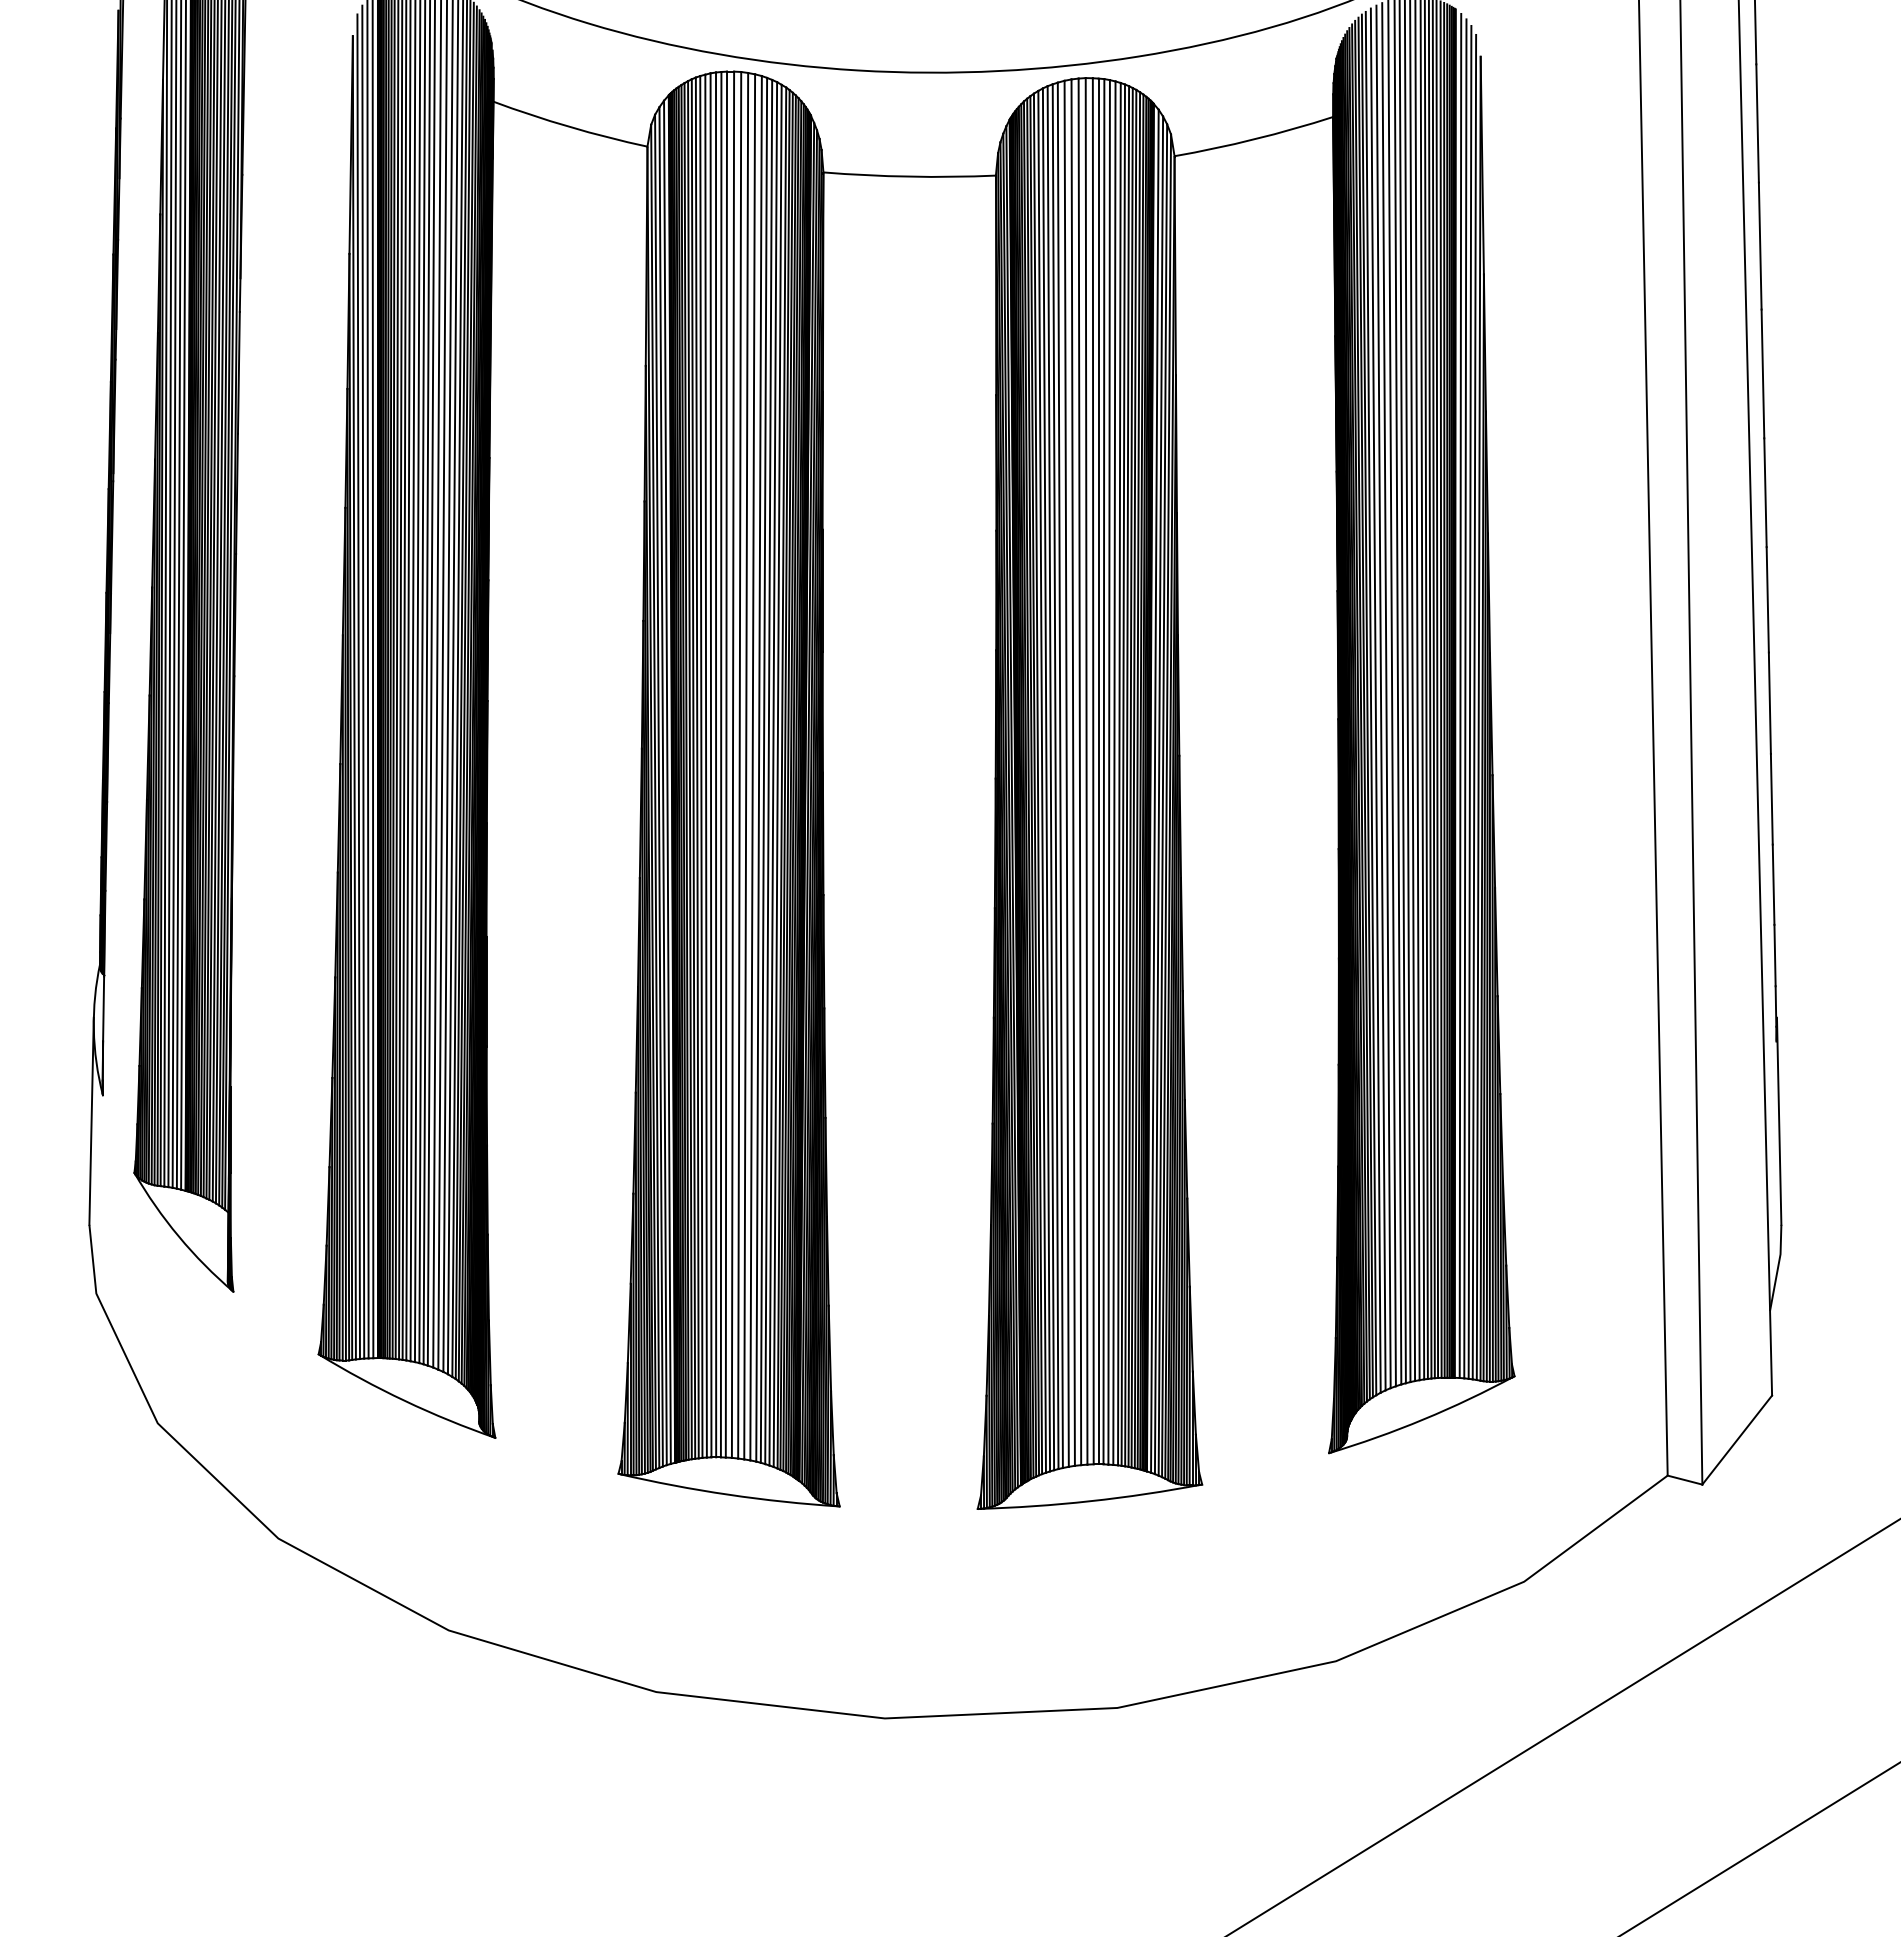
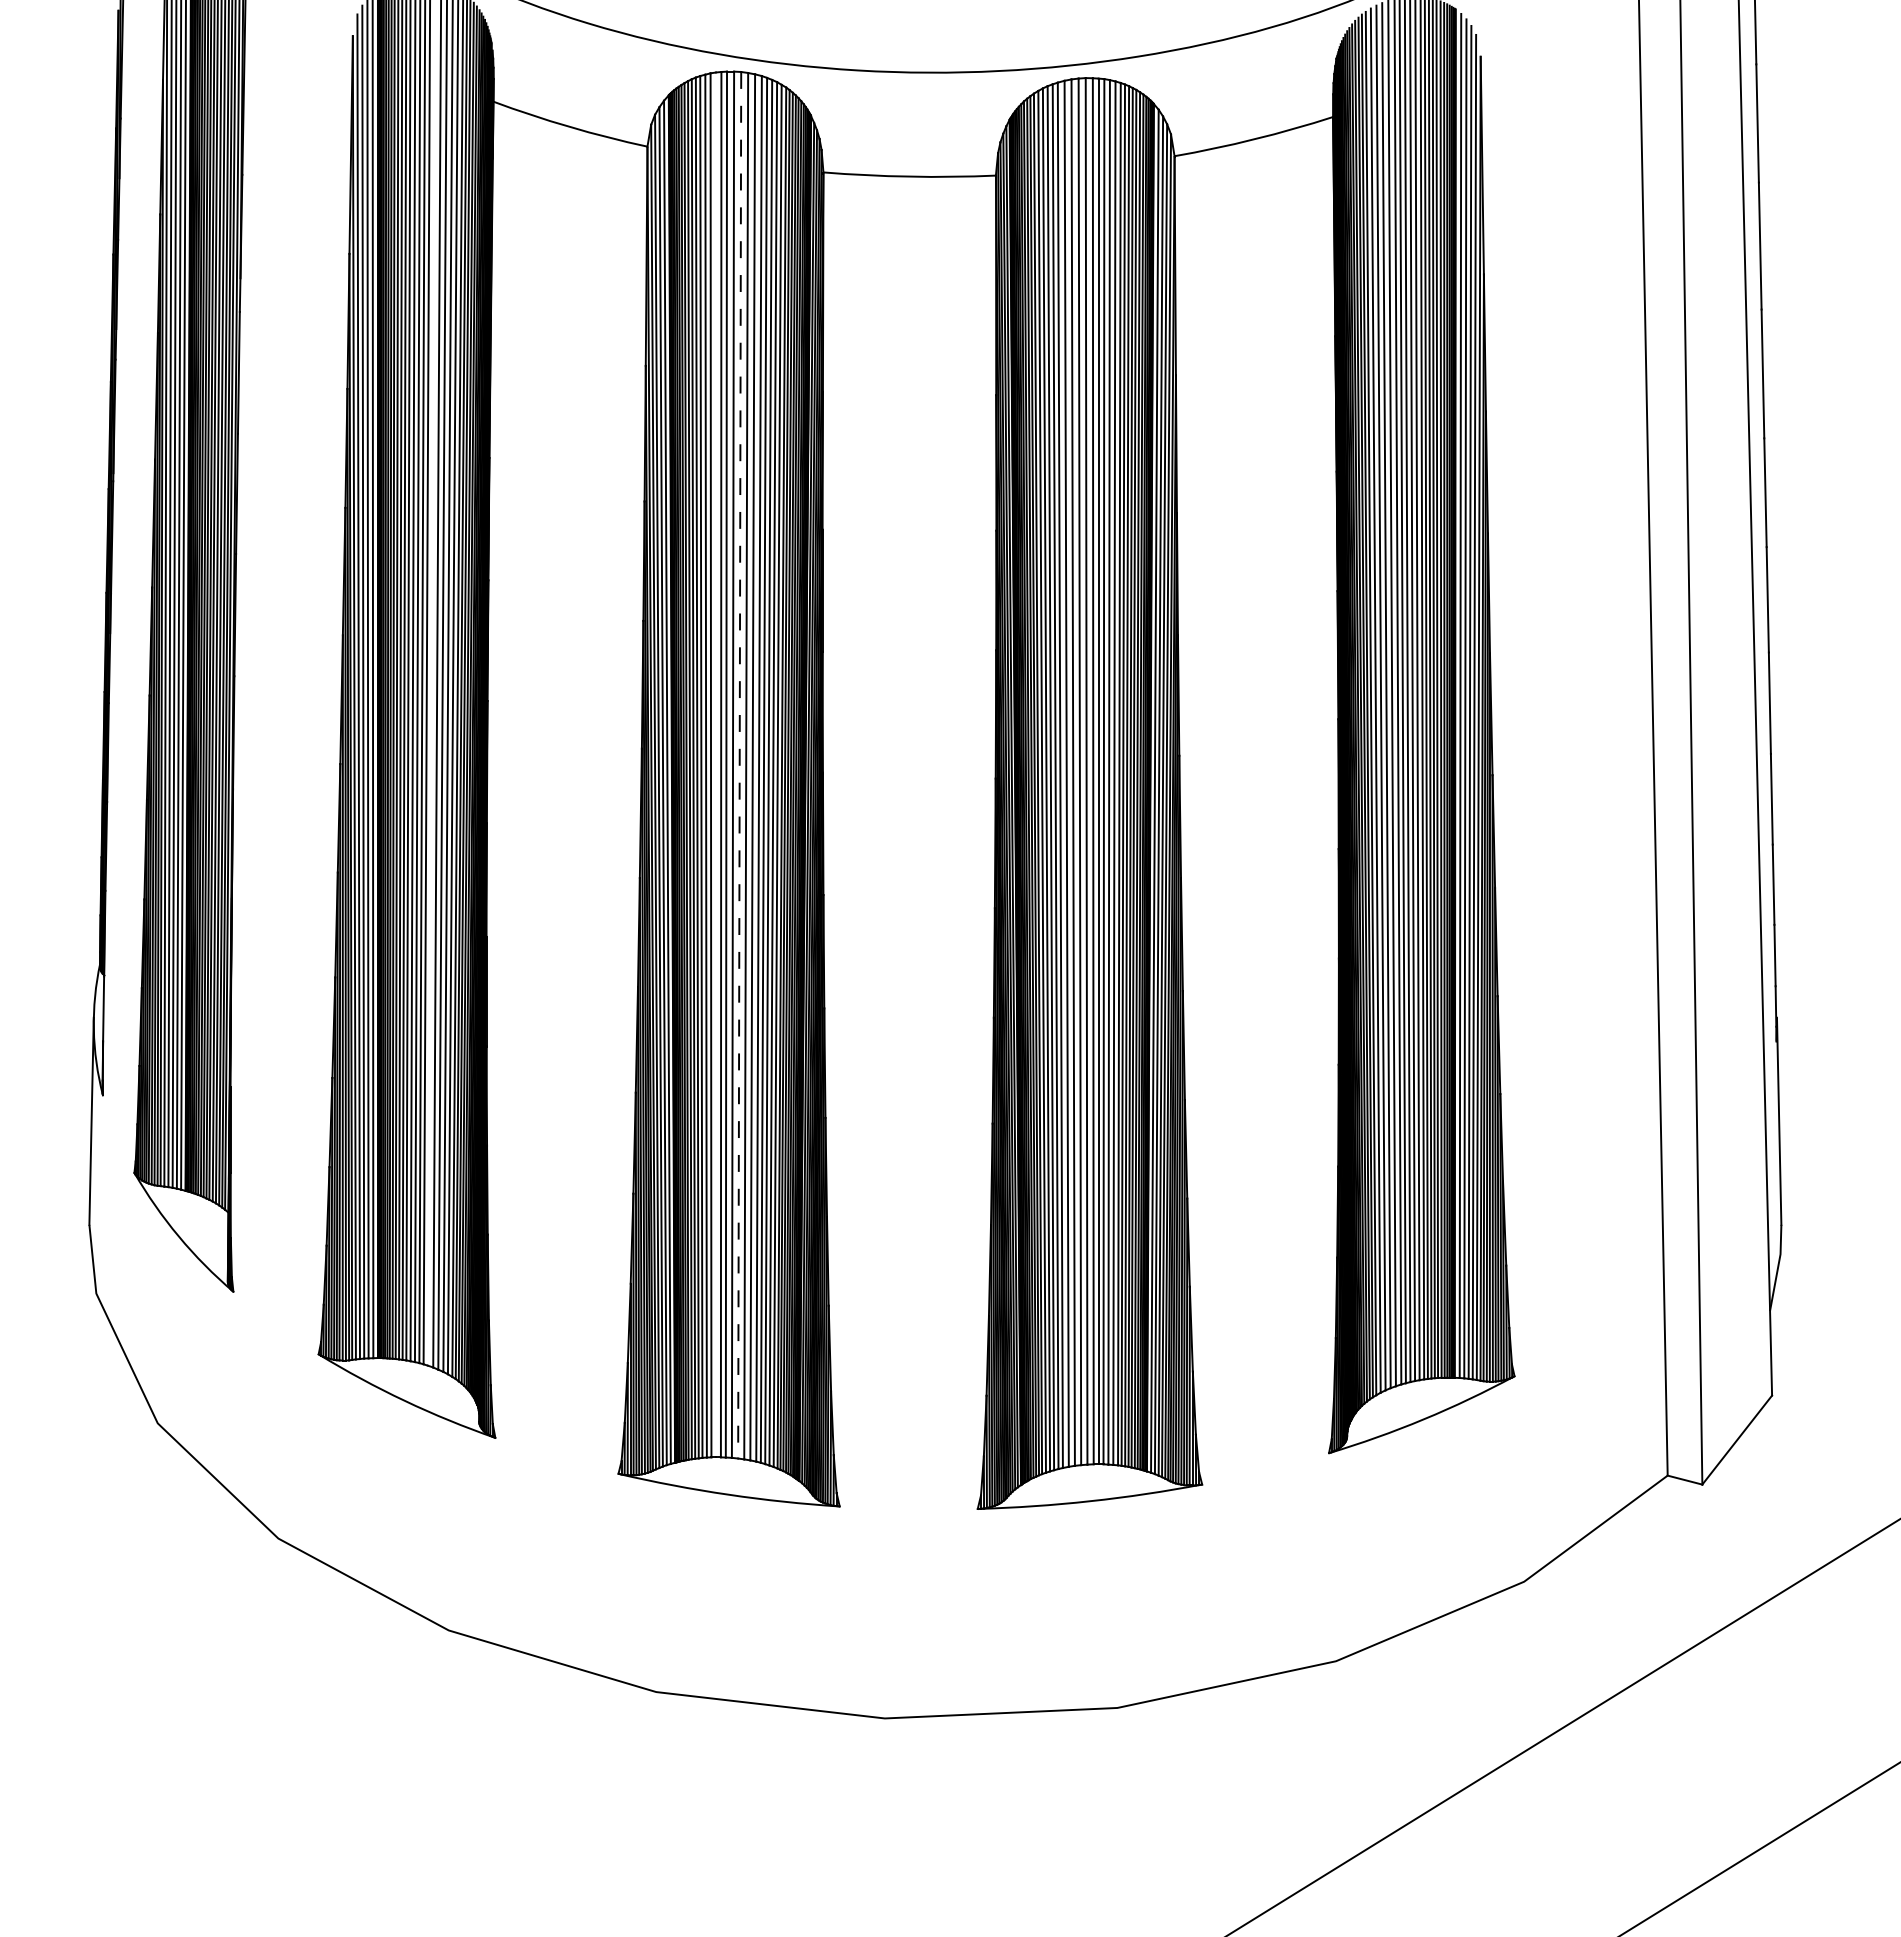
line at (430, 683): present -> none
line at (716, 764): present -> none
line at (739, 765): solid -> dashed
